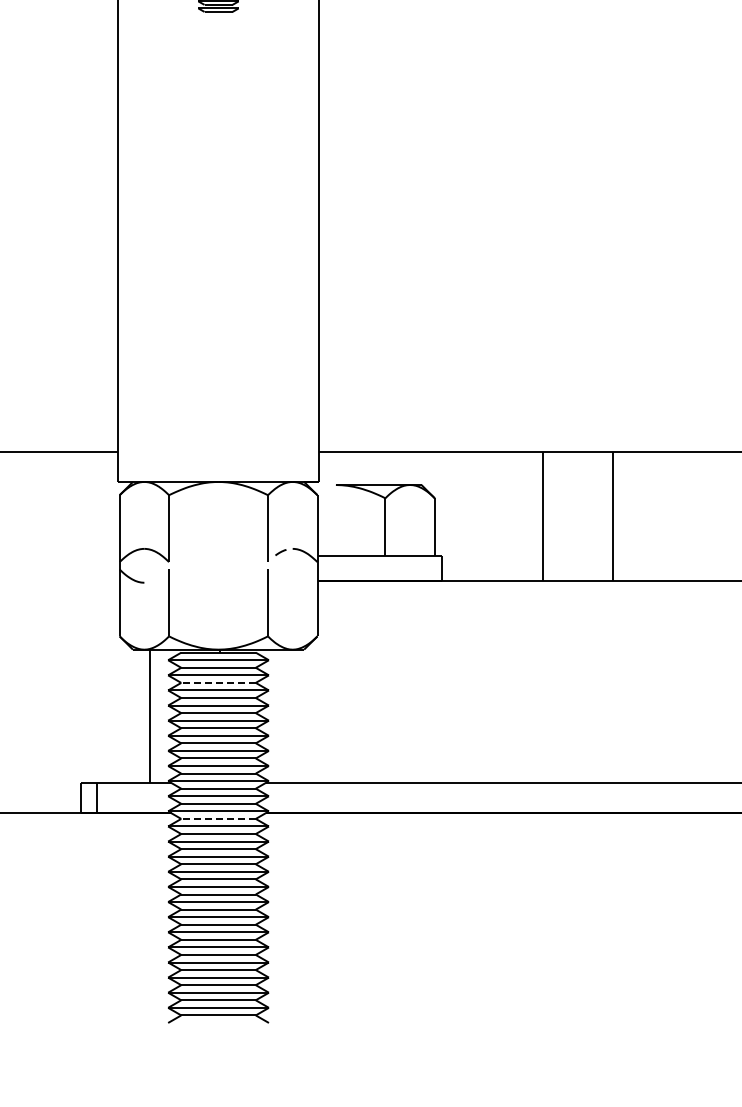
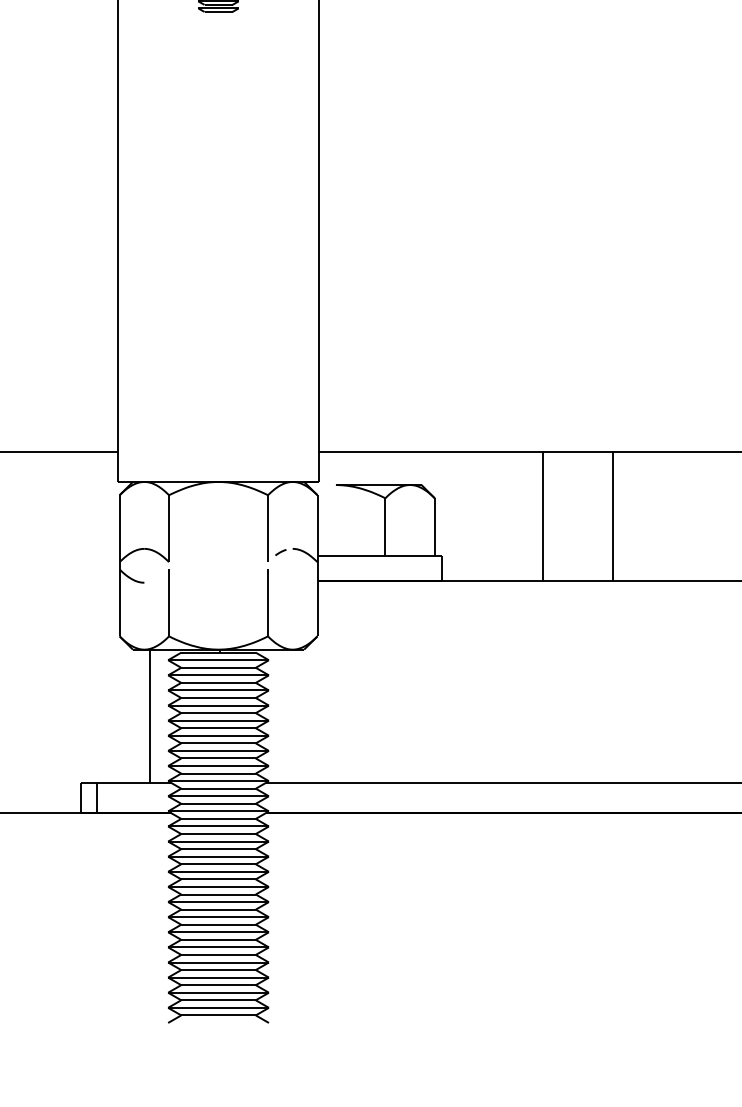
line at (218, 682): dashed -> solid
line at (218, 818): dashed -> solid
